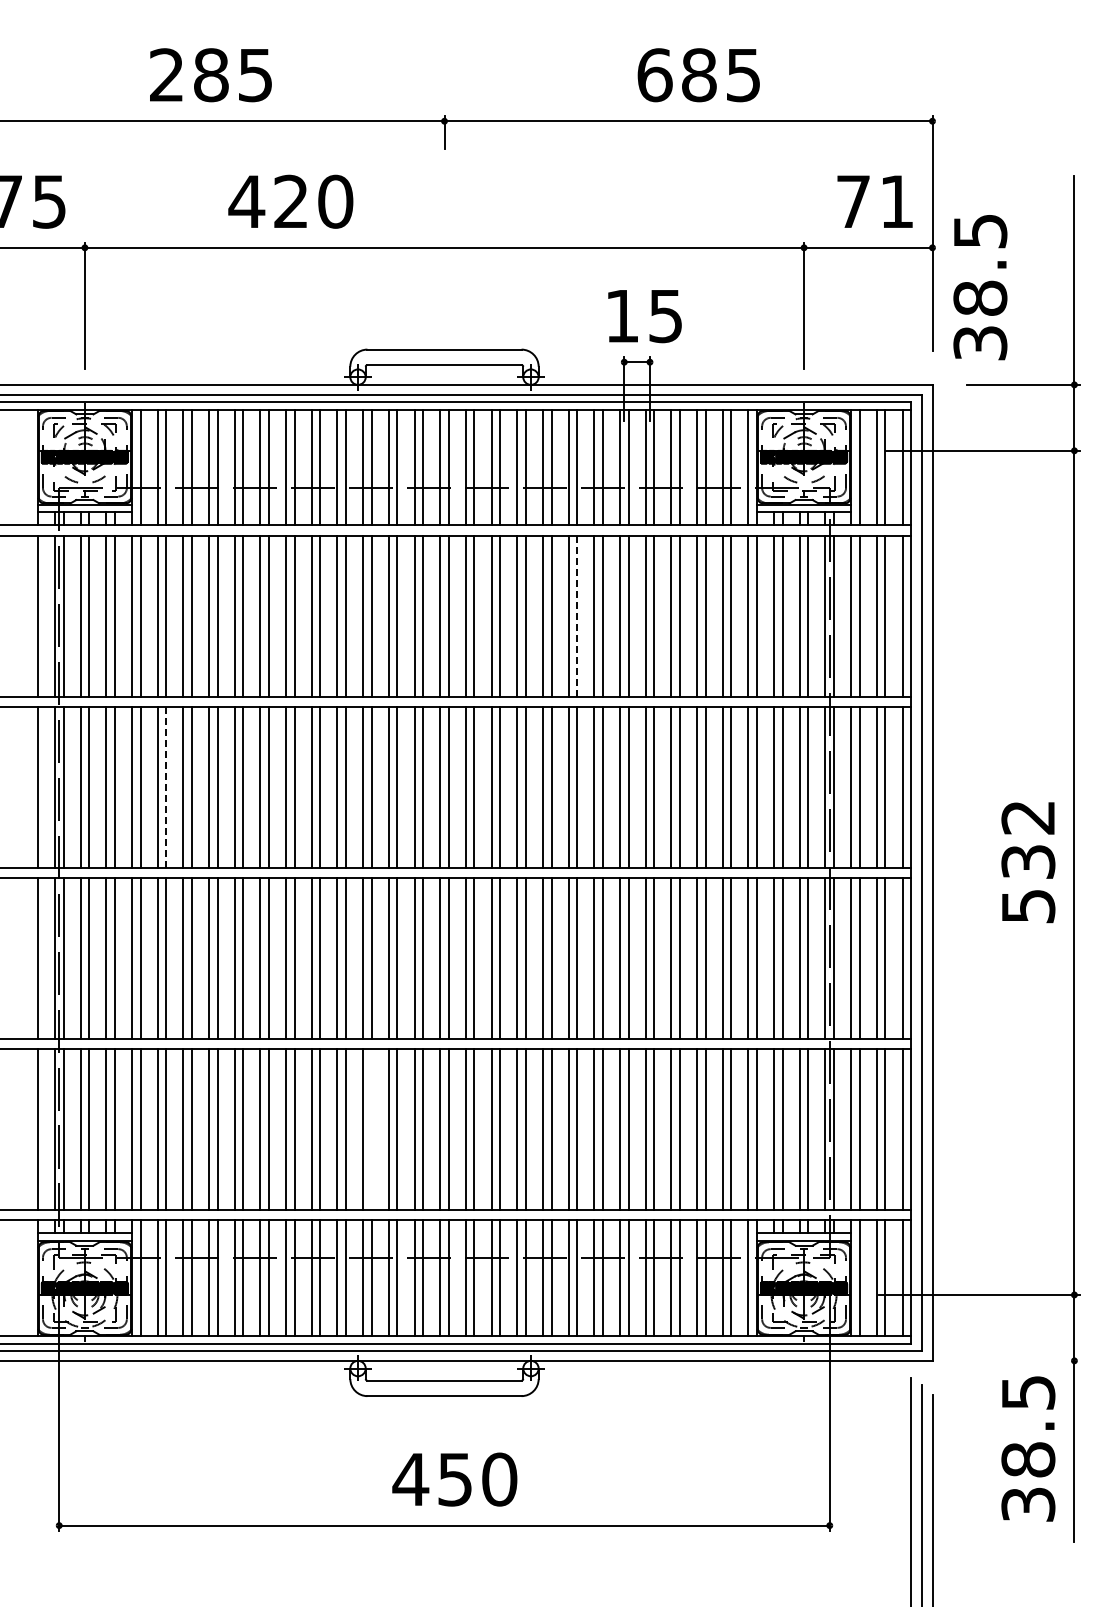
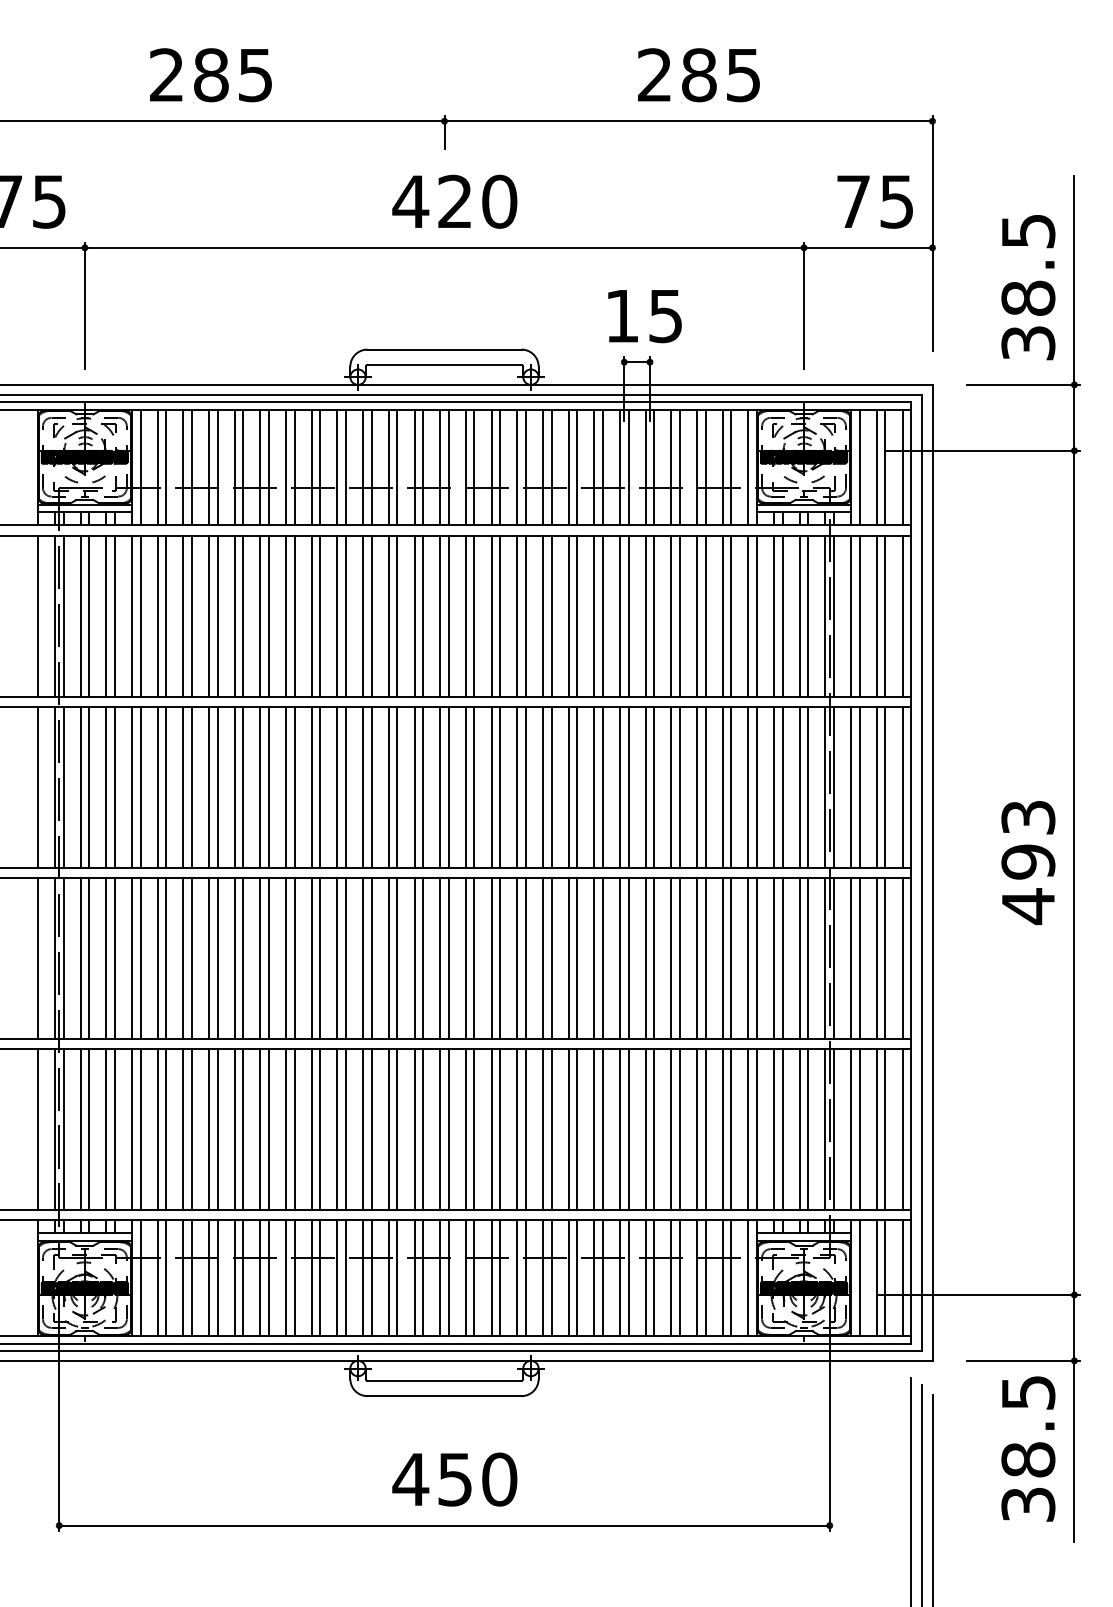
text at (654, 75): 685 -> 285
text at (290, 201) position: (290, 201) -> (454, 201)
text at (896, 201): 71 -> 75
text at (980, 287) position: (980, 287) -> (1028, 287)
line at (577, 615): dashed -> solid
line at (166, 786): dashed -> solid
text at (1028, 863): 532 -> 493
line at (371, 1129): none -> present
line at (1022, 1360): none -> present
